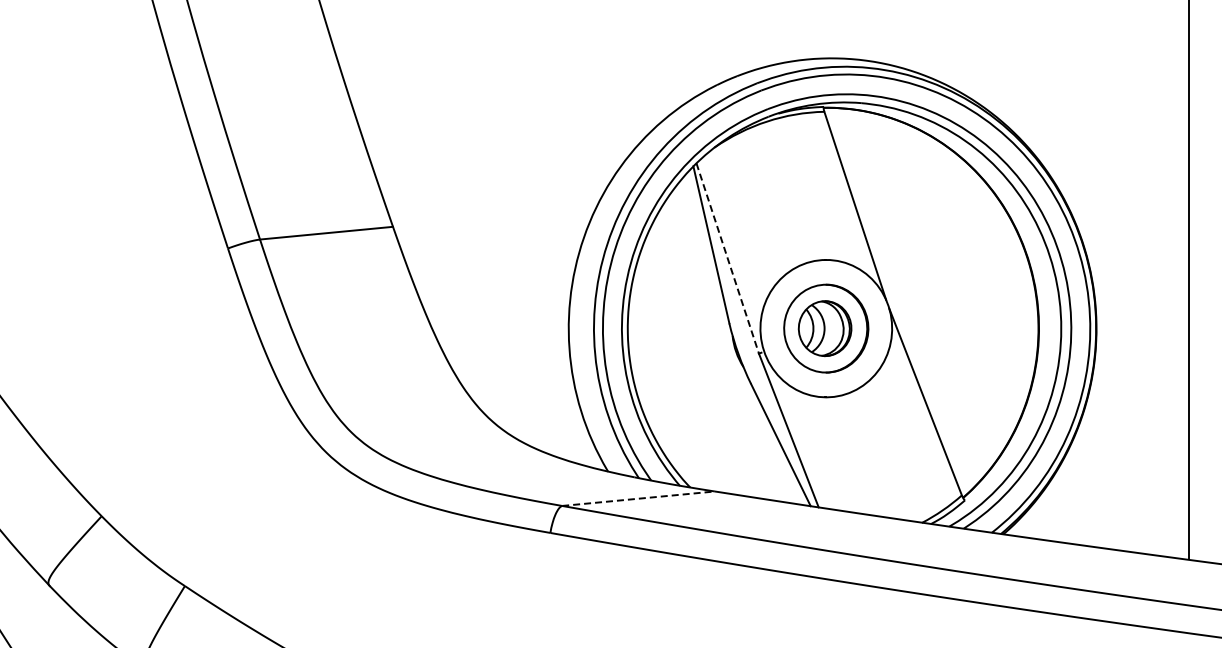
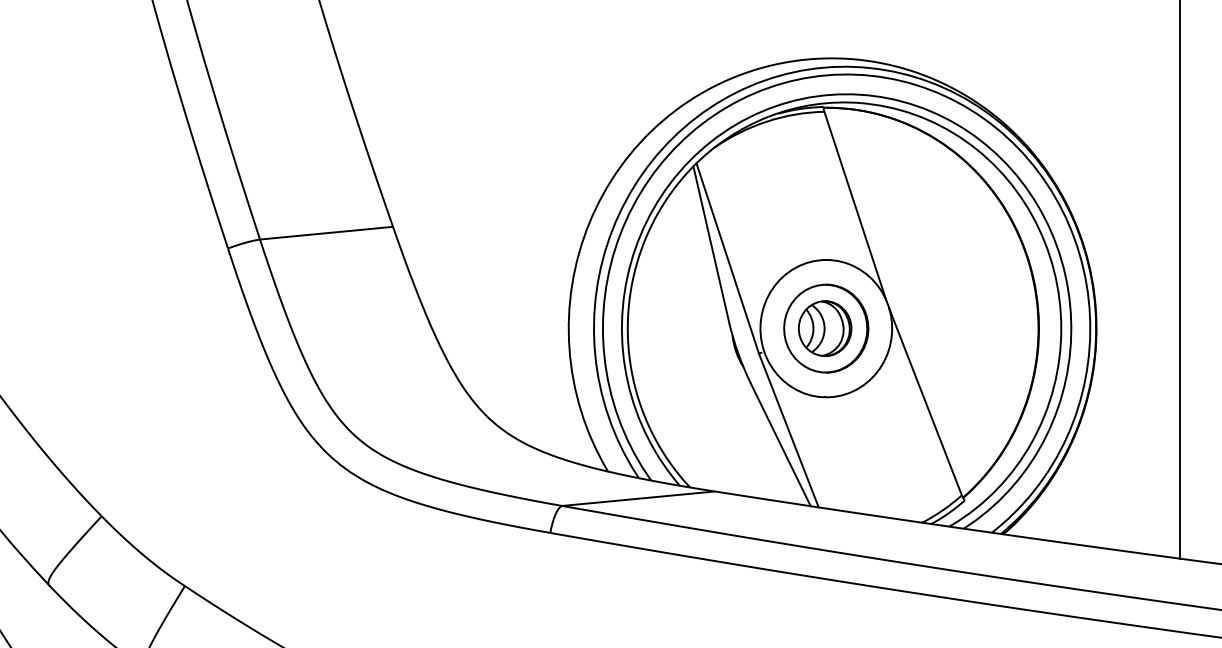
line at (727, 258): dashed -> solid
line at (1189, 280) position: (1189, 280) -> (1180, 280)
line at (638, 498): dashed -> solid
